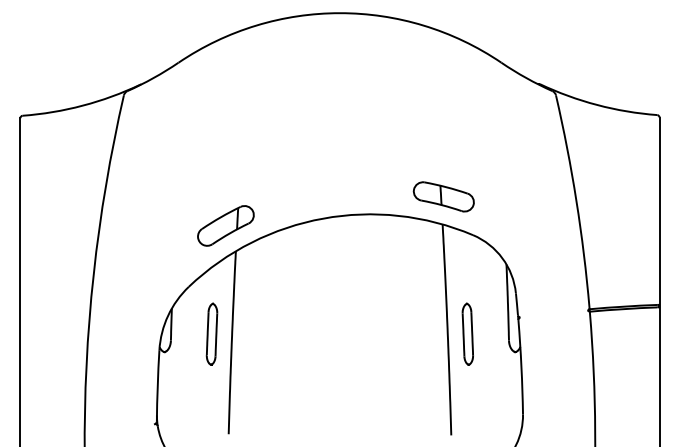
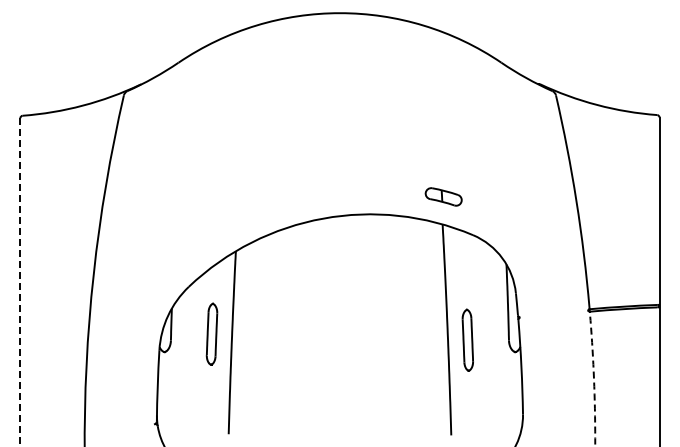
part at (443, 196) size: 63x32 px -> 39x20 px
part at (225, 225): present -> none
line at (20, 281): solid -> dashed
part at (467, 333) position: (467, 333) -> (467, 339)
arc at (593, 379): solid -> dashed
